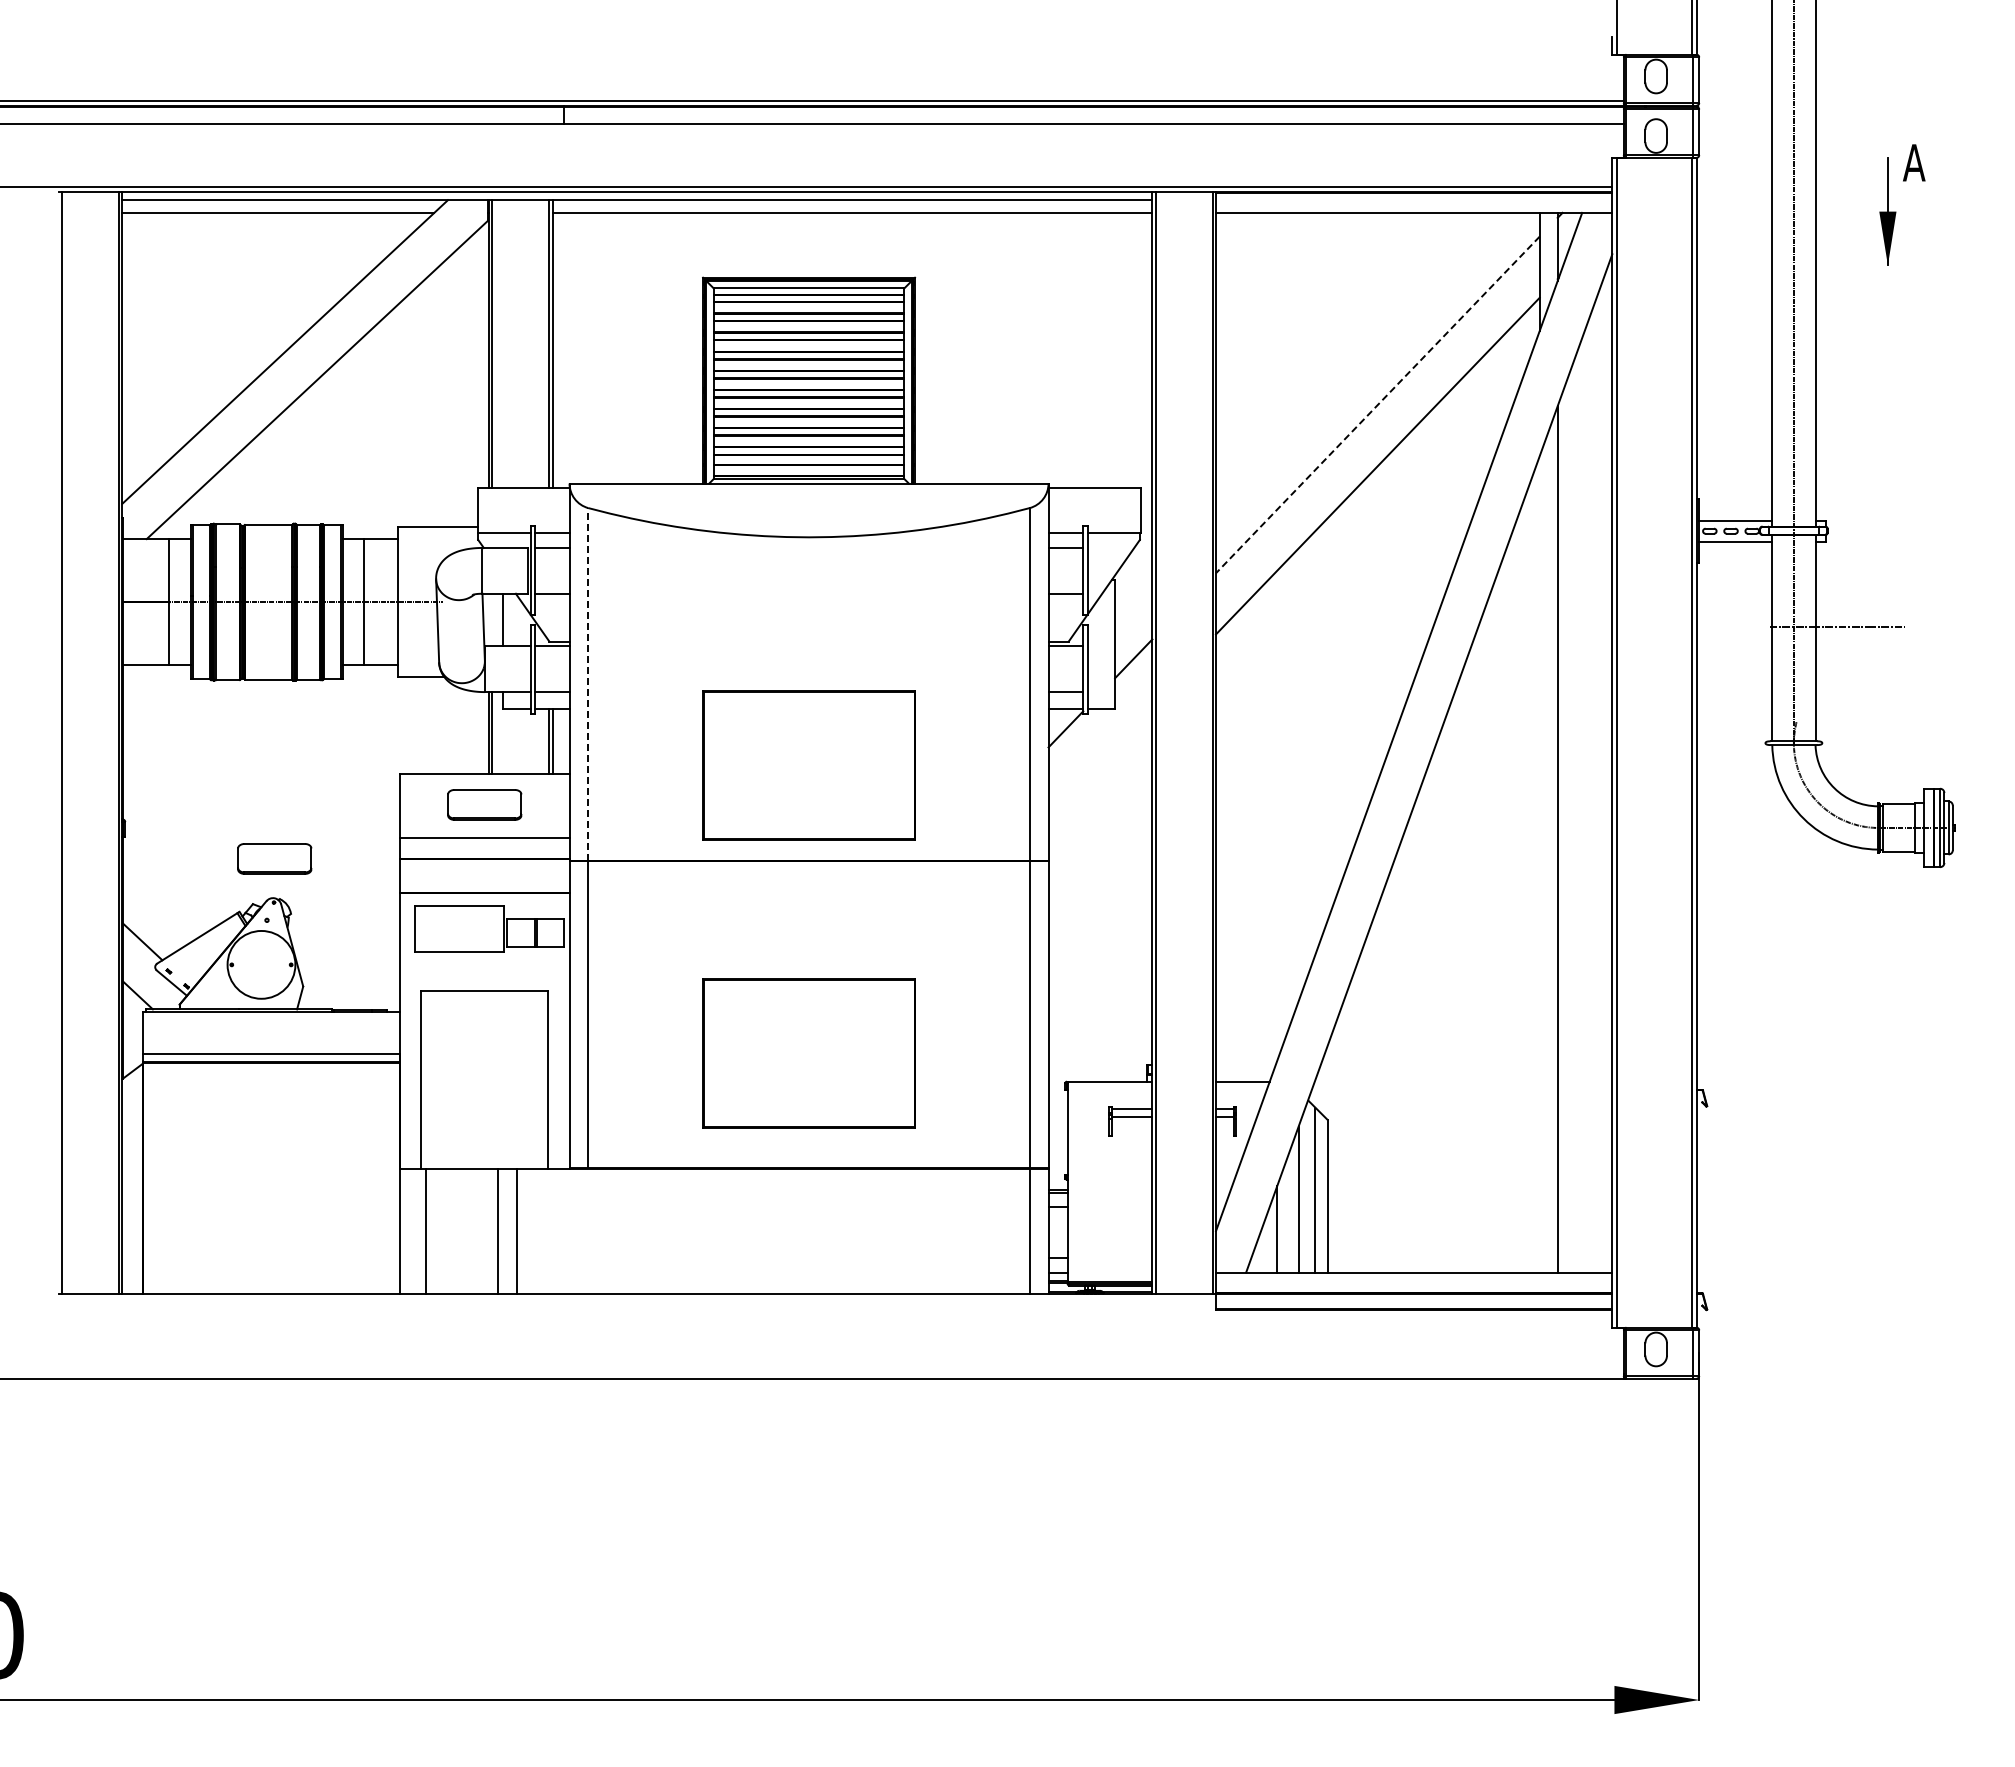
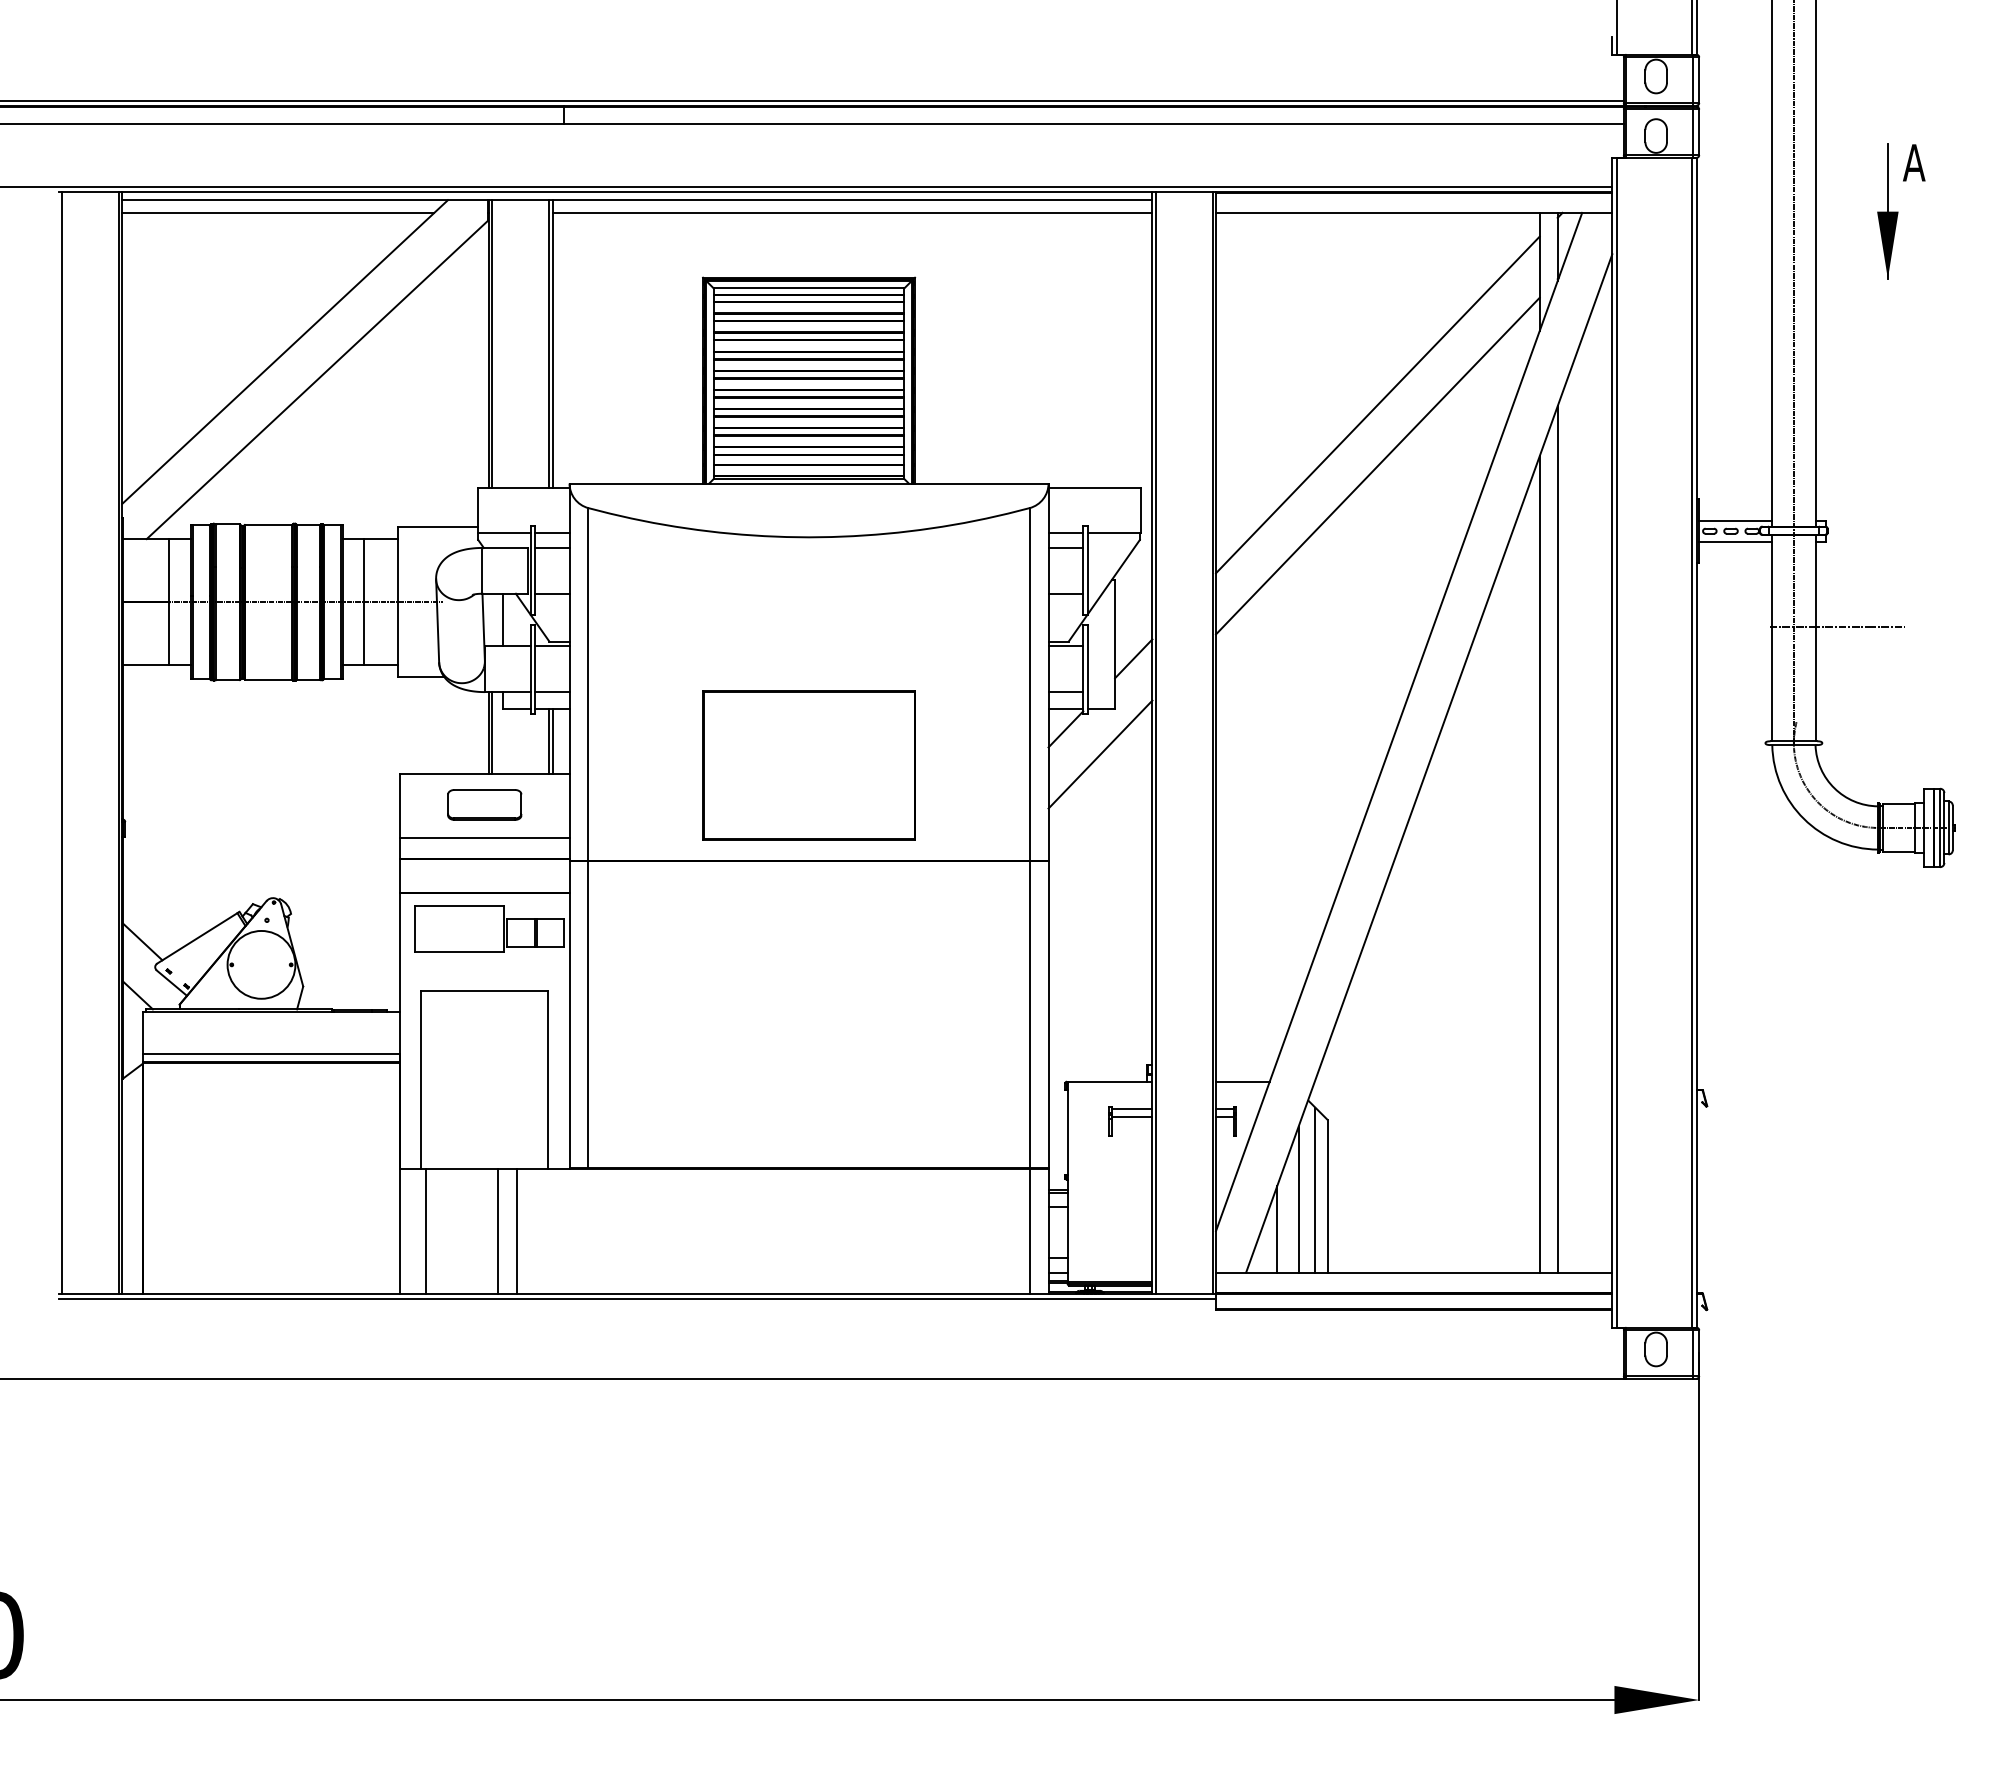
part at (1887, 211) size: 18x109 px -> 22x137 px
line at (1377, 404): dashed -> solid
line at (588, 683): dashed -> solid
line at (1100, 754): none -> present
part at (274, 858): present -> none
line at (1539, 864): none -> present
part at (808, 1053): present -> none
line at (636, 1298): none -> present
